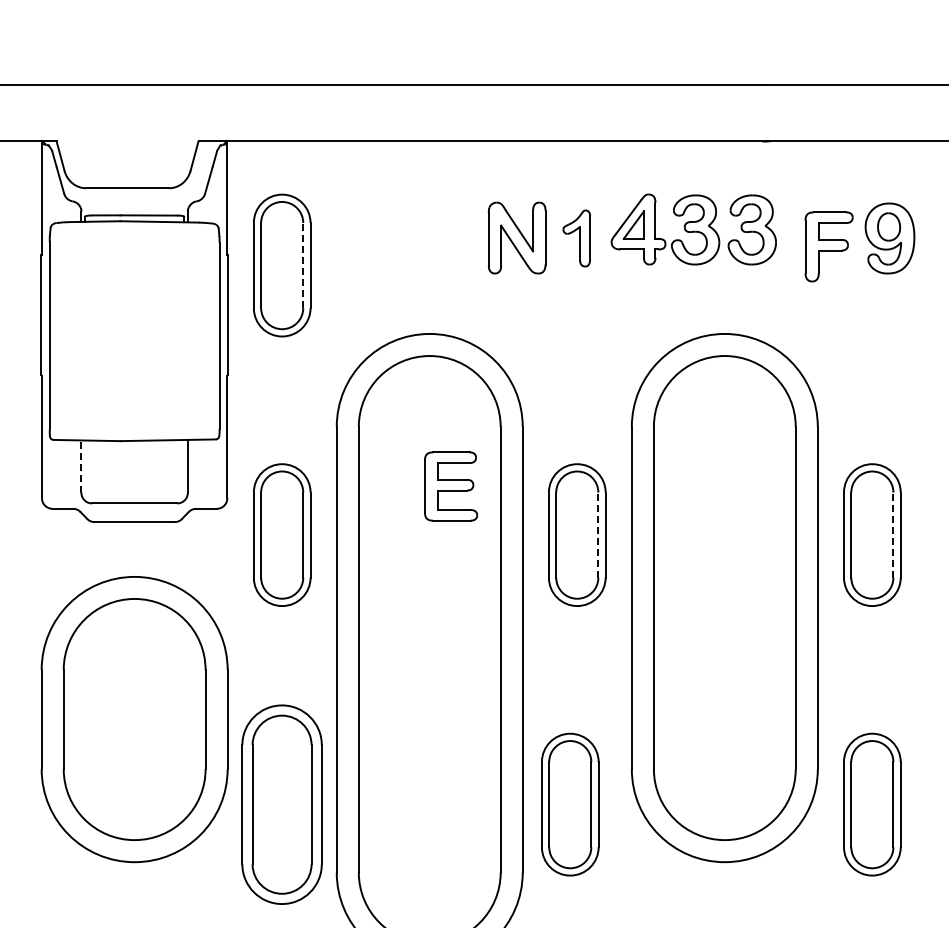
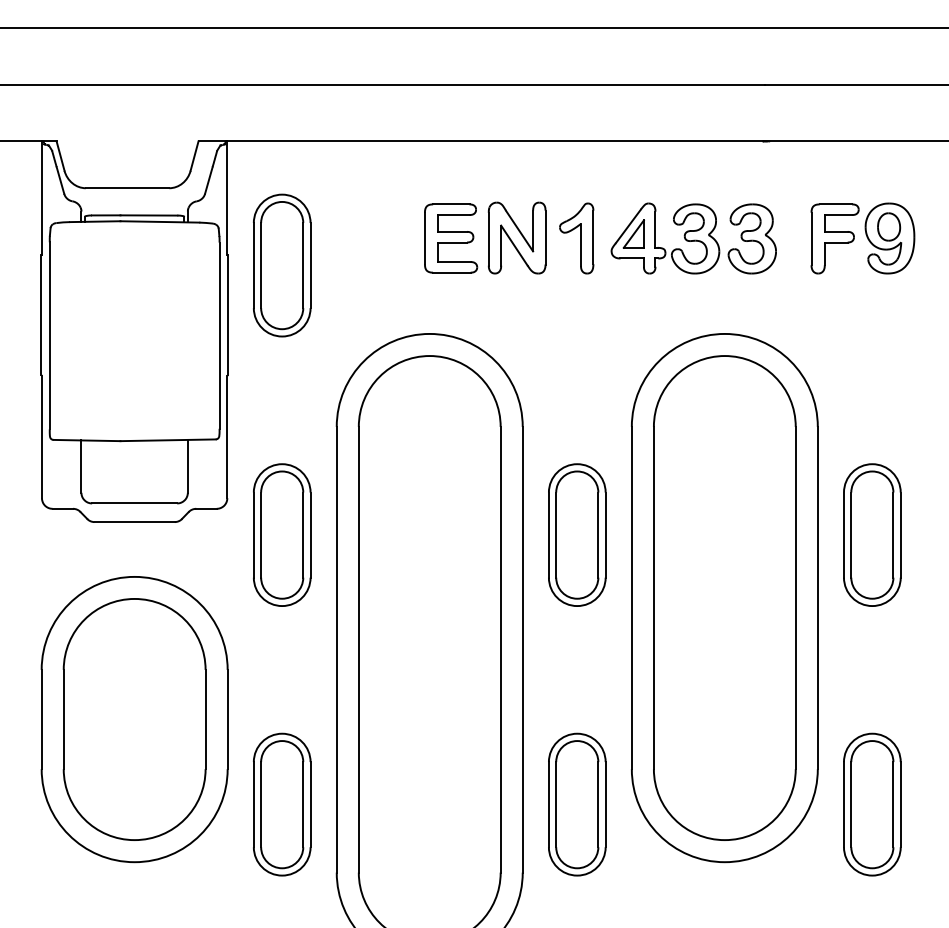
line at (473, 27): none -> present
part at (693, 229) position: (693, 229) -> (693, 238)
part at (576, 238) size: 29x59 px -> 36x73 px
part at (828, 246) position: (828, 246) -> (834, 238)
line at (303, 265): dashed -> solid
line at (81, 466): dashed -> solid
part at (451, 486) position: (451, 486) -> (451, 238)
line at (598, 535): dashed -> solid
line at (893, 535): dashed -> solid
part at (281, 804) size: 82x201 px -> 59x145 px
part at (570, 804) position: (570, 804) -> (577, 804)
